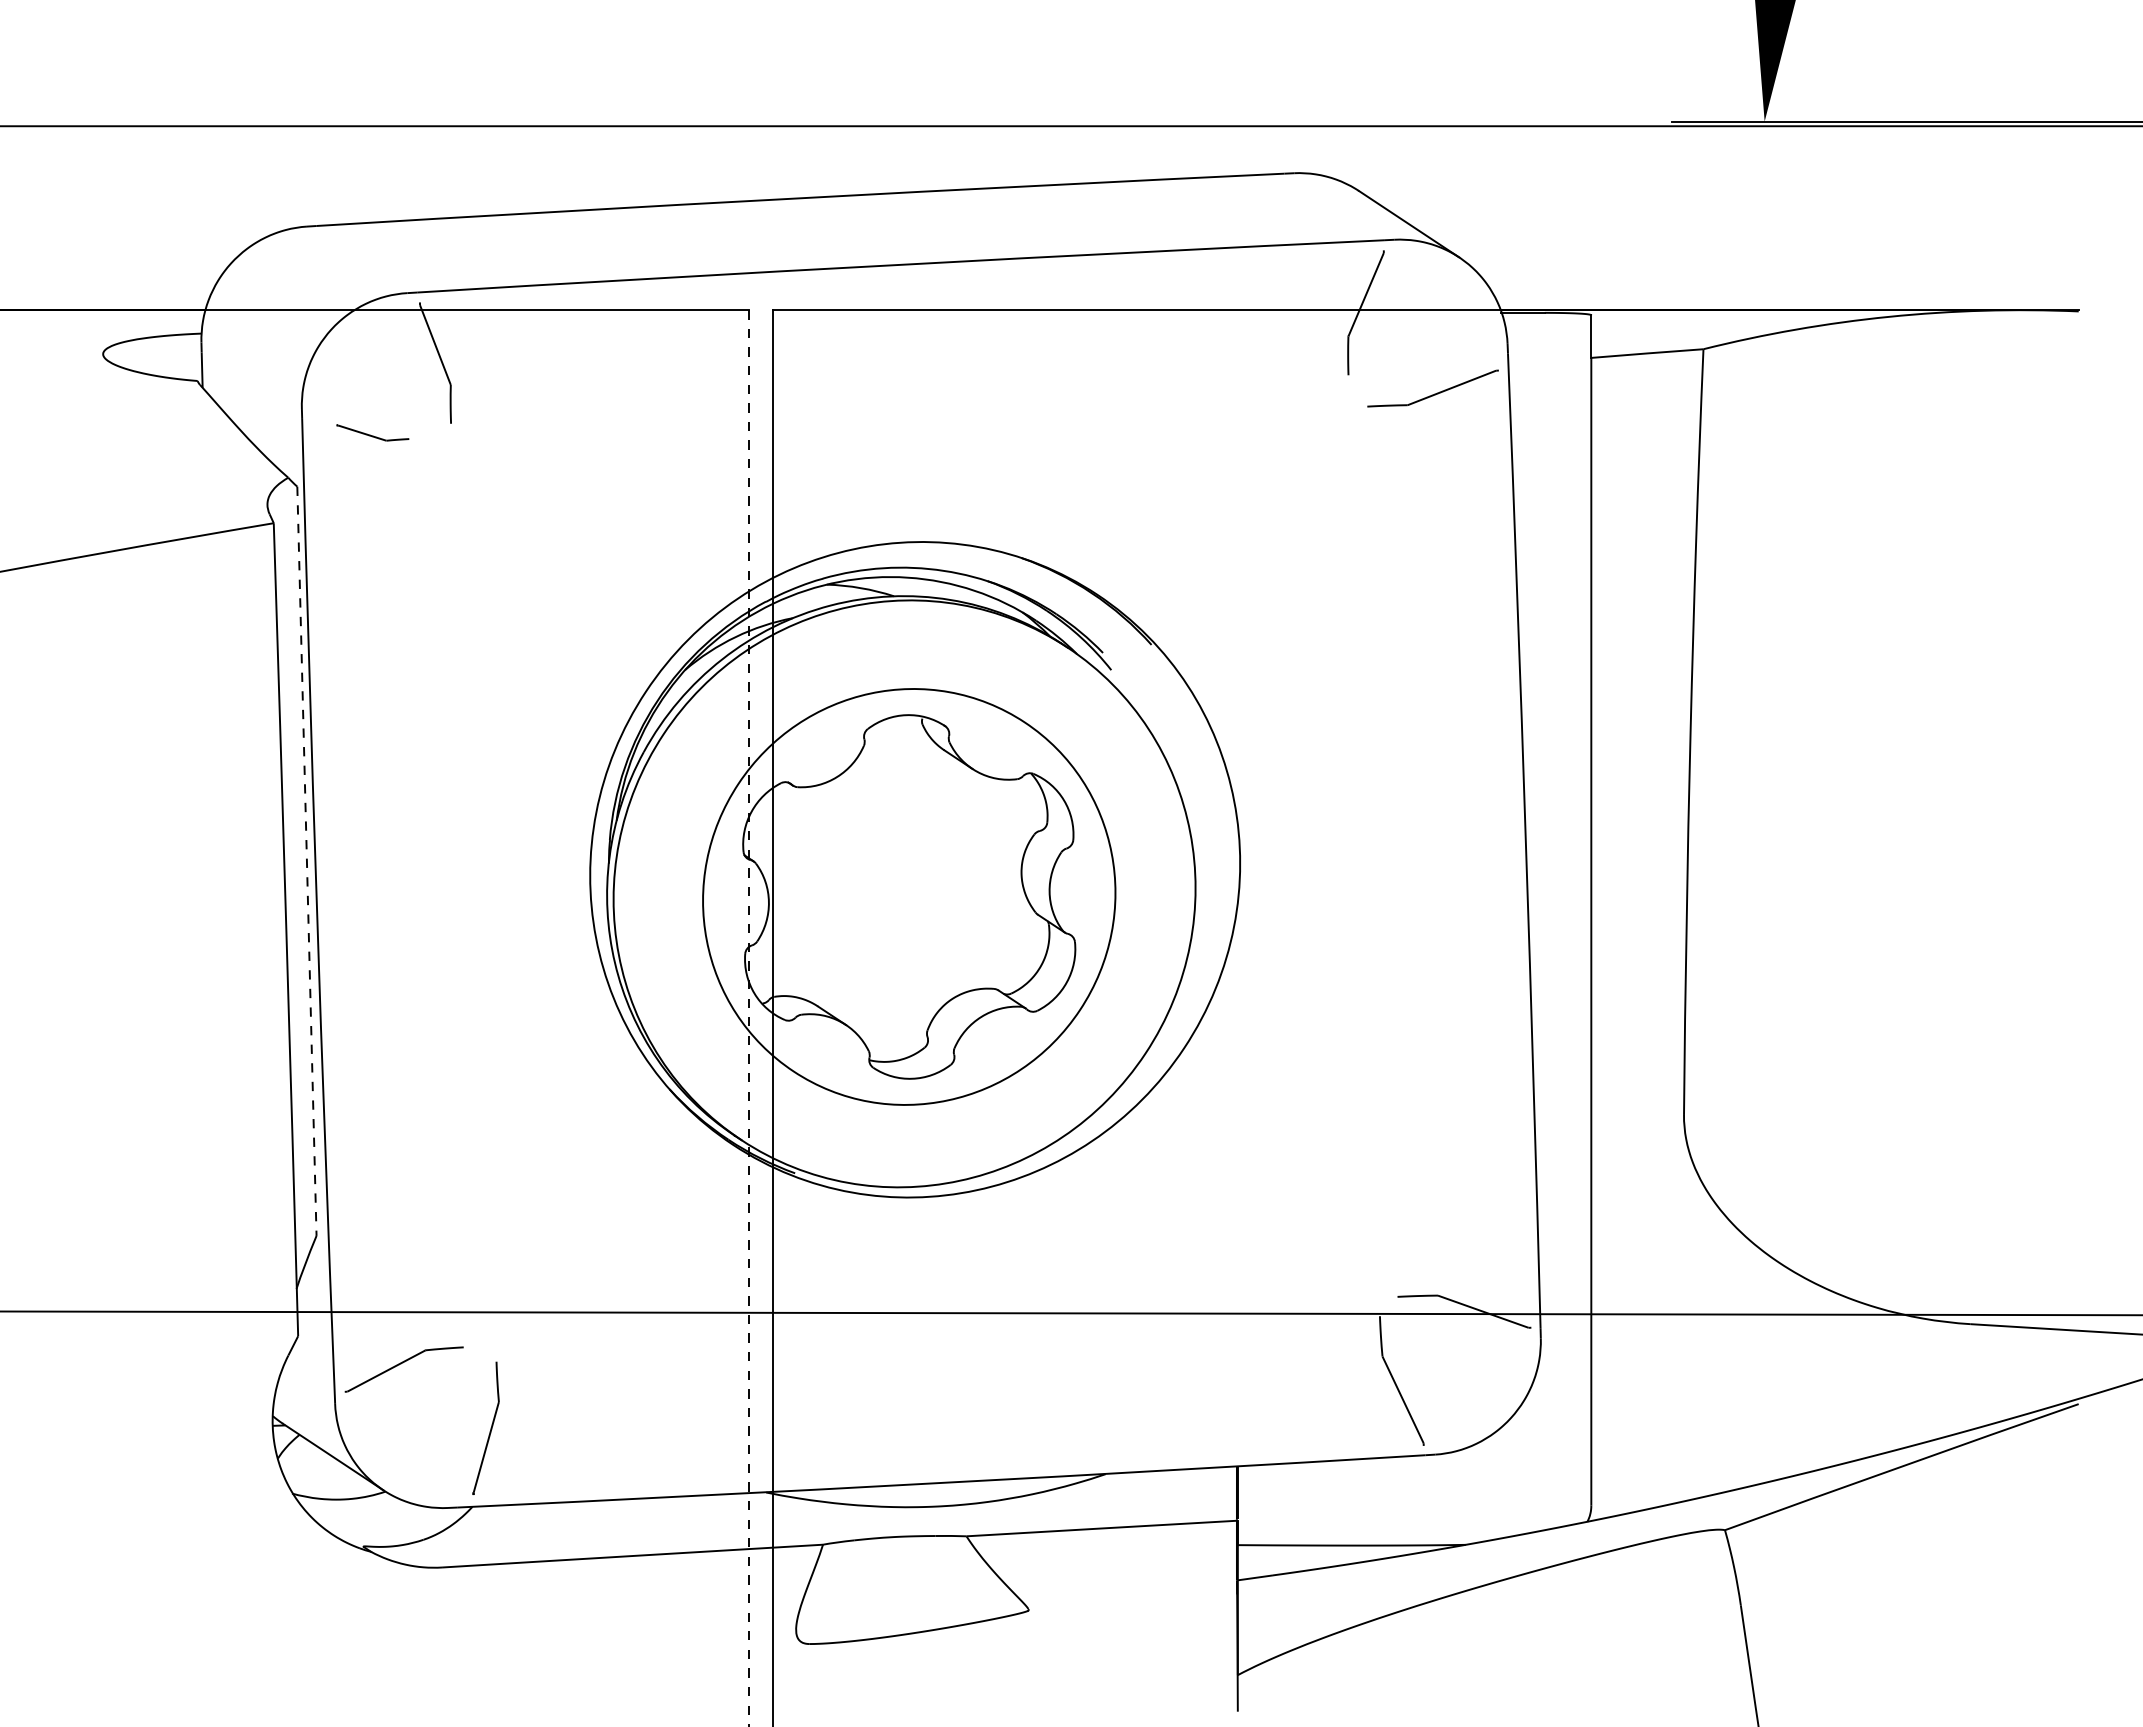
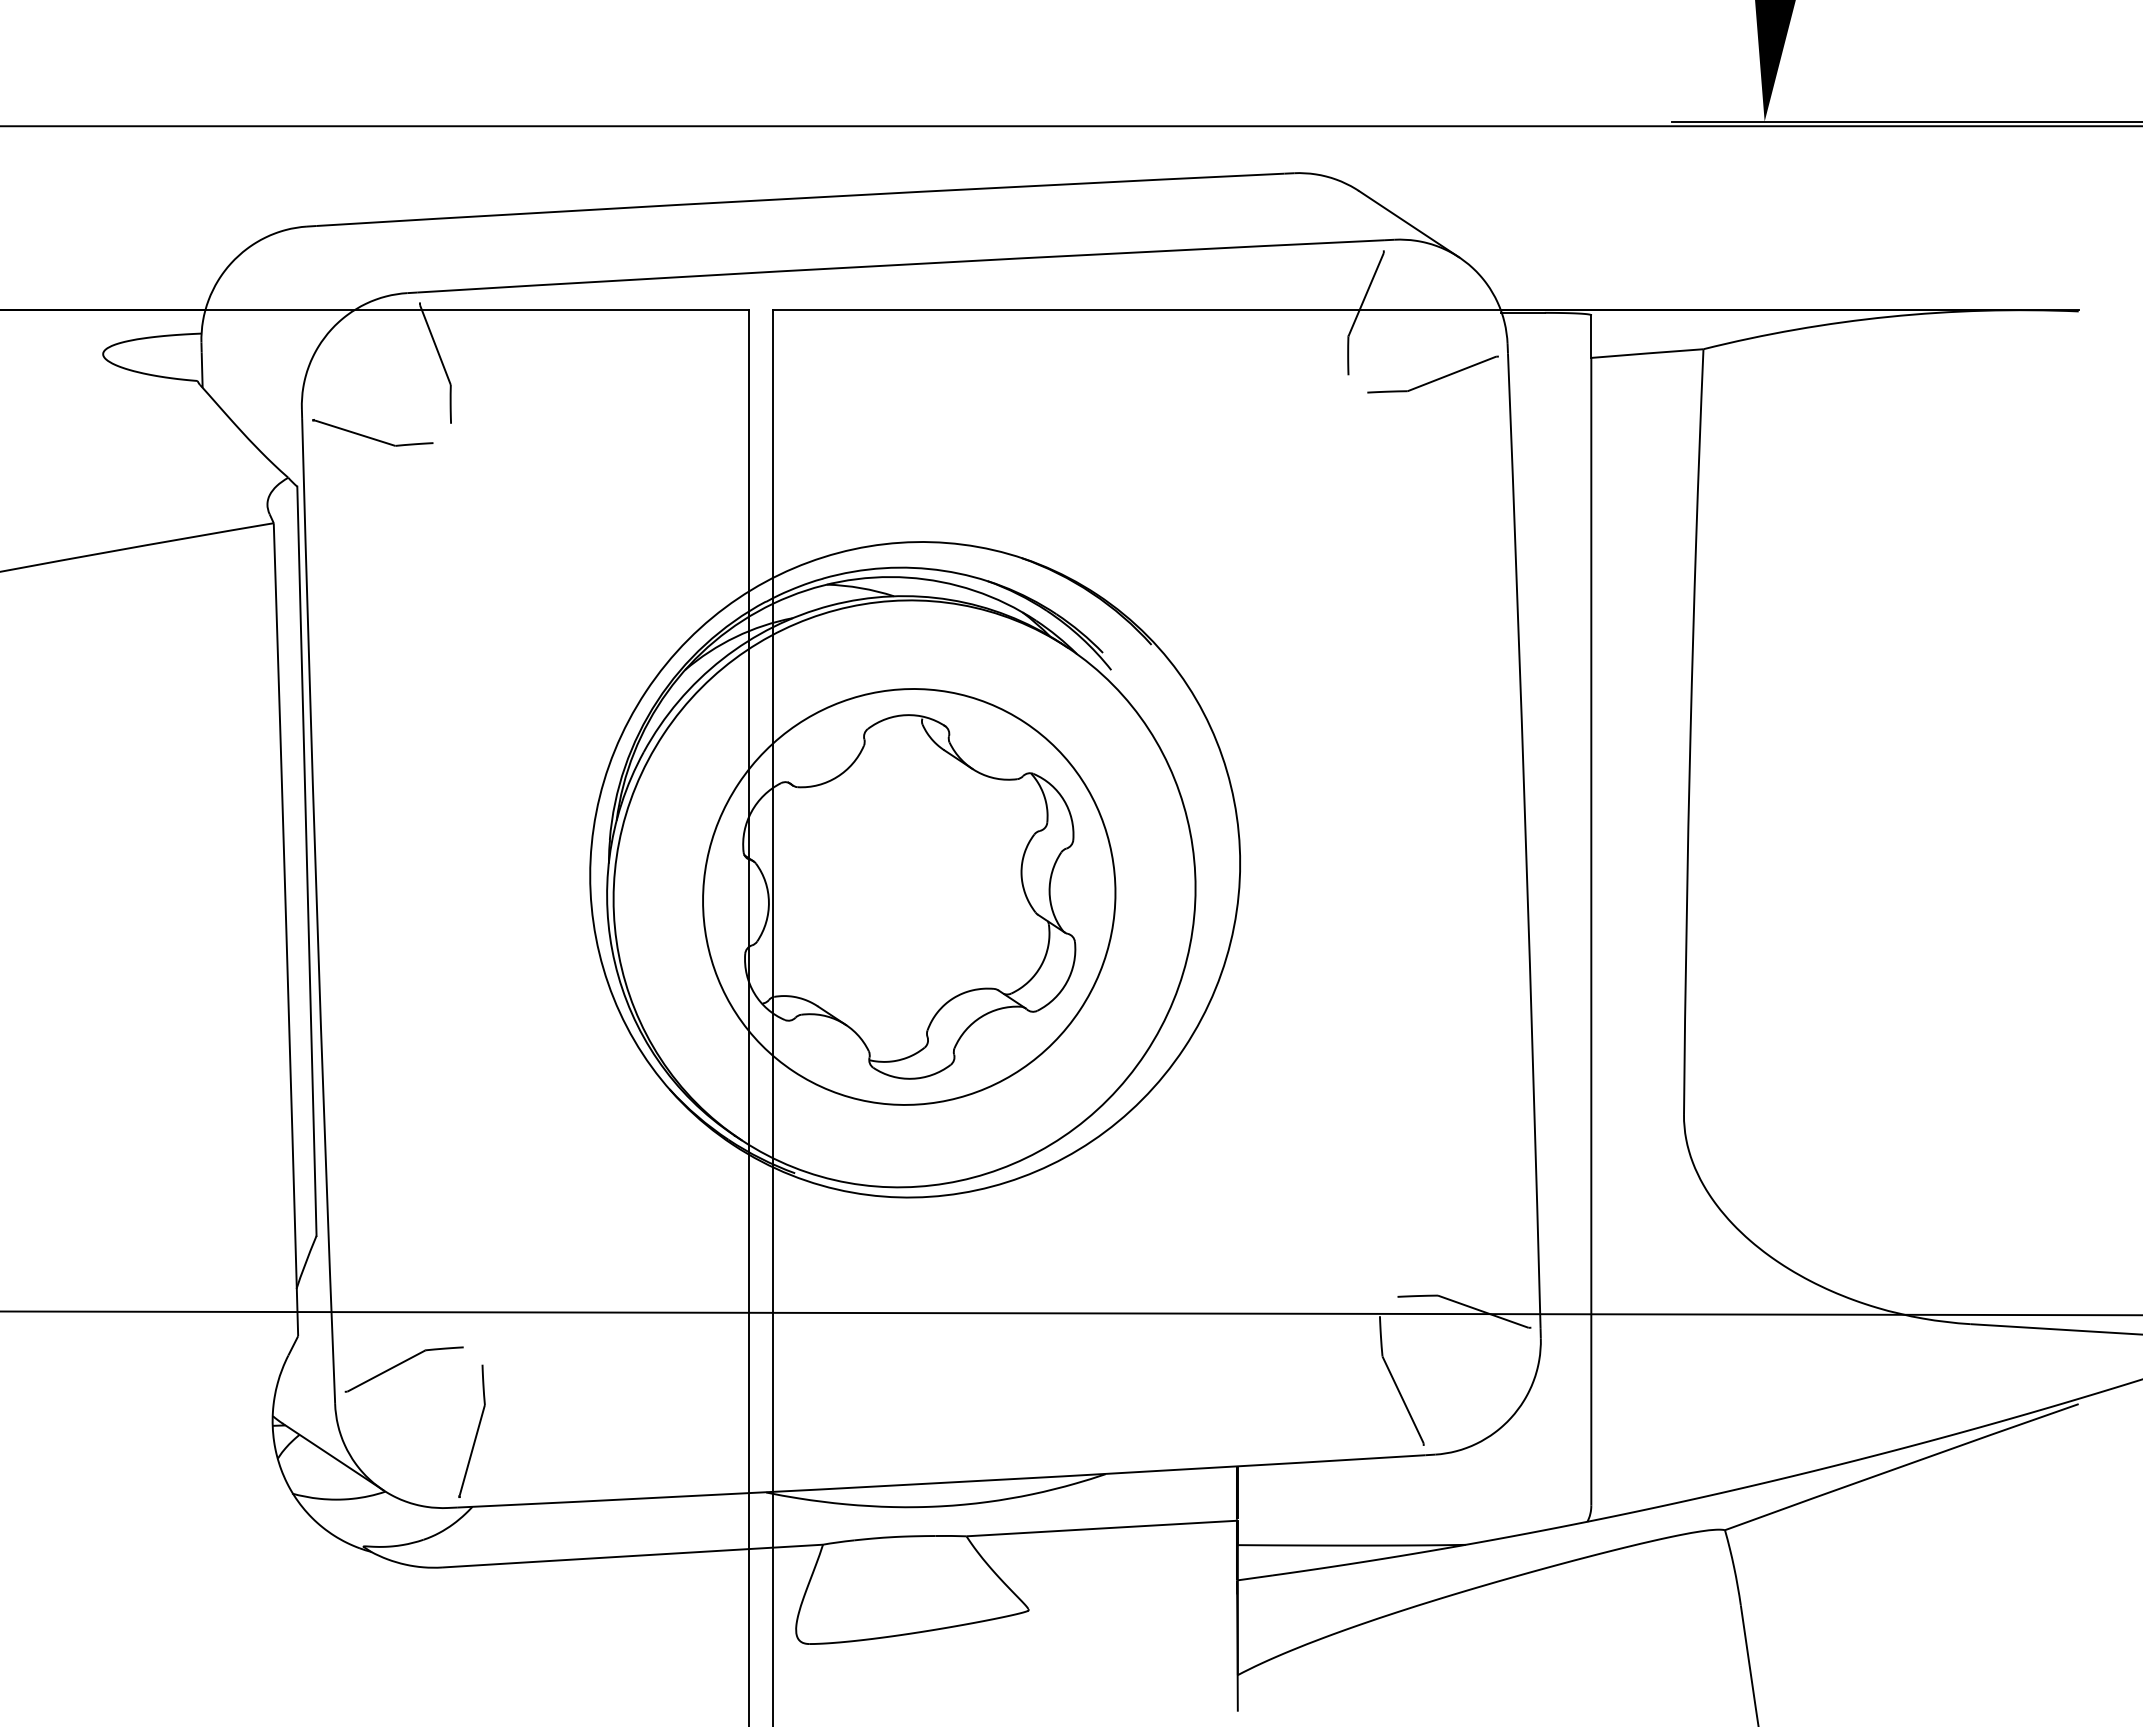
part at (1432, 388) position: (1432, 388) -> (1432, 374)
part at (372, 432) size: 74x18 px -> 122x28 px
line at (306, 861): dashed -> solid
line at (749, 1018): dashed -> solid
part at (485, 1427) position: (485, 1427) -> (471, 1430)
